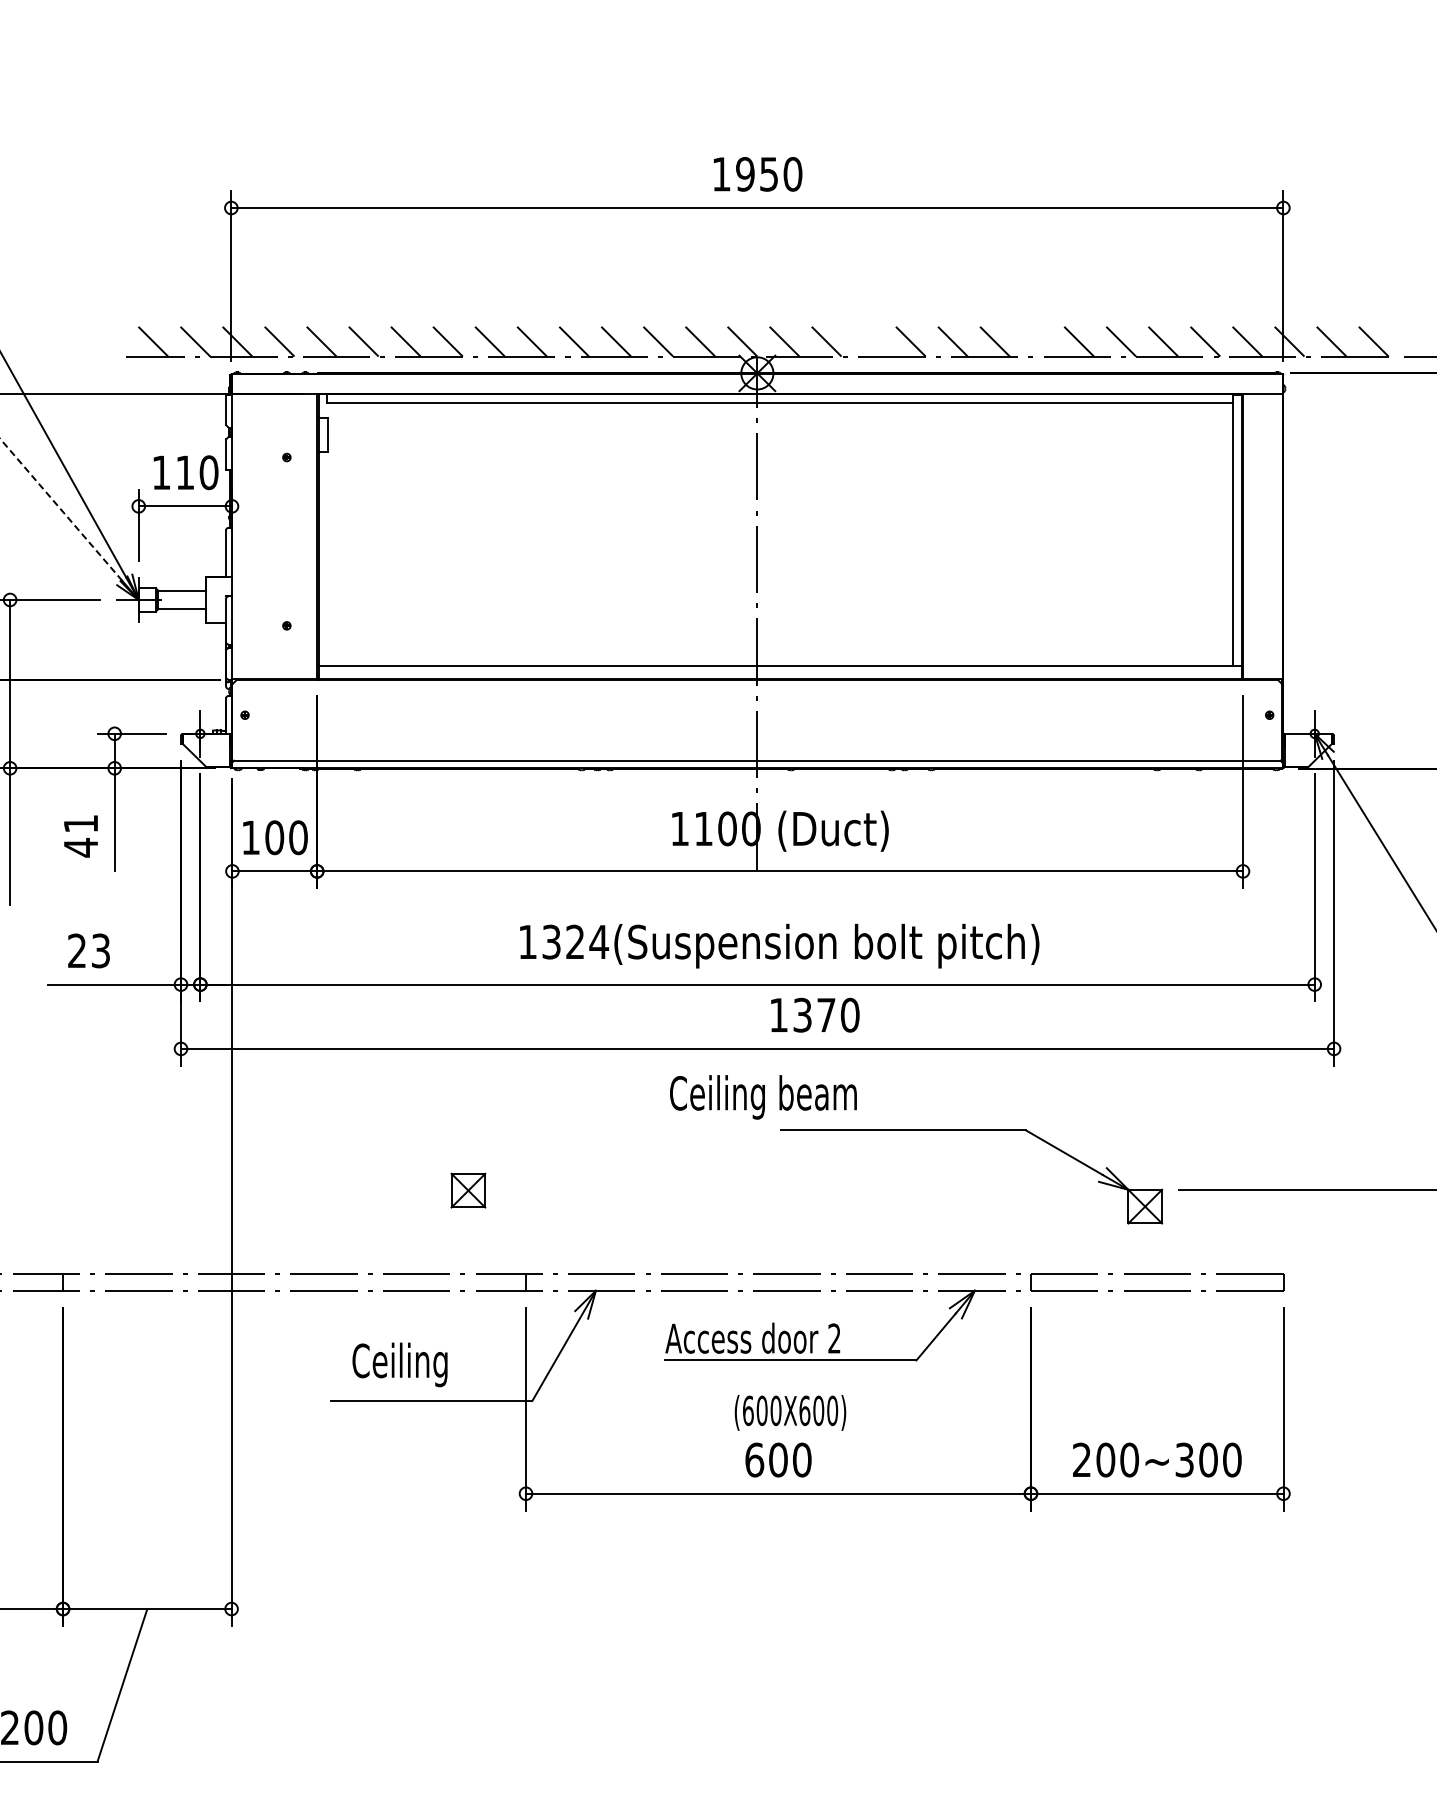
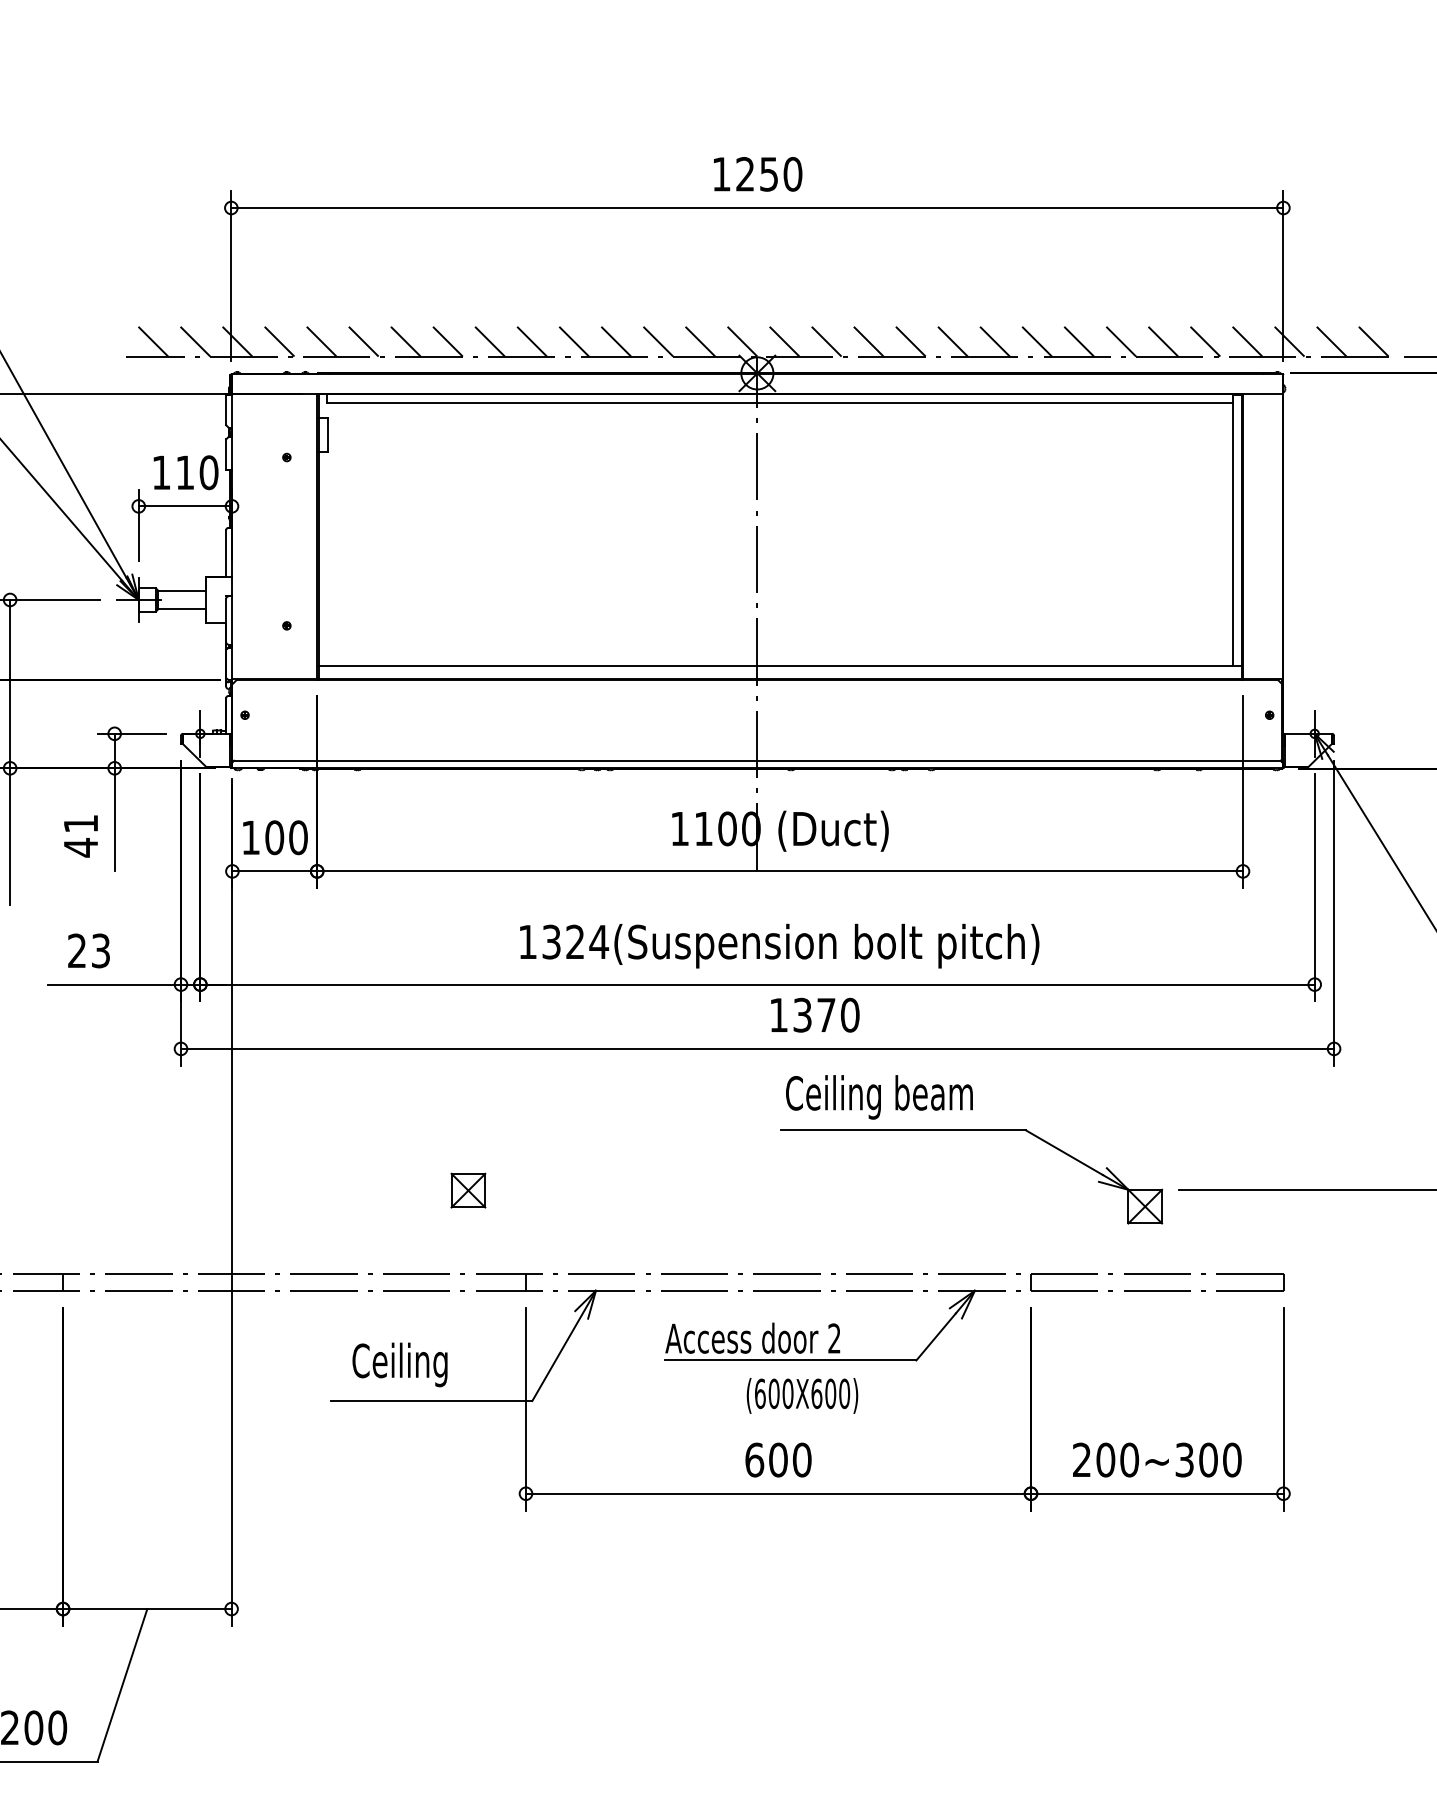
text at (745, 174): 1950 -> 1250
line at (868, 341): none -> present
line at (1036, 341): none -> present
line at (61, 509): dashed -> solid
text at (763, 1097) position: (763, 1097) -> (879, 1097)
text at (790, 1412) position: (790, 1412) -> (802, 1395)
